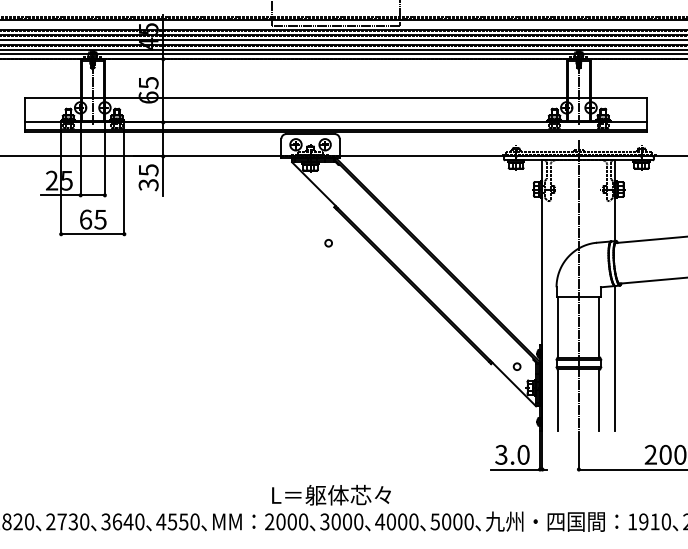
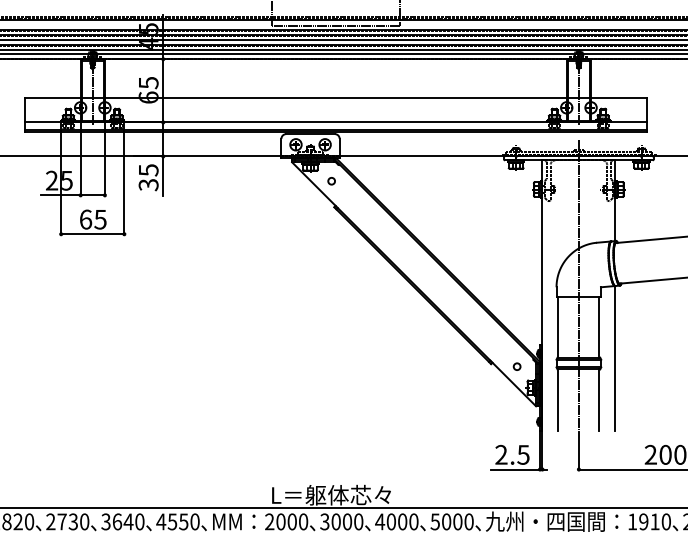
circle at (328, 243) position: (328, 243) -> (331, 181)
text at (512, 454): 3.0 -> 2.5
line at (343, 508): none -> present
